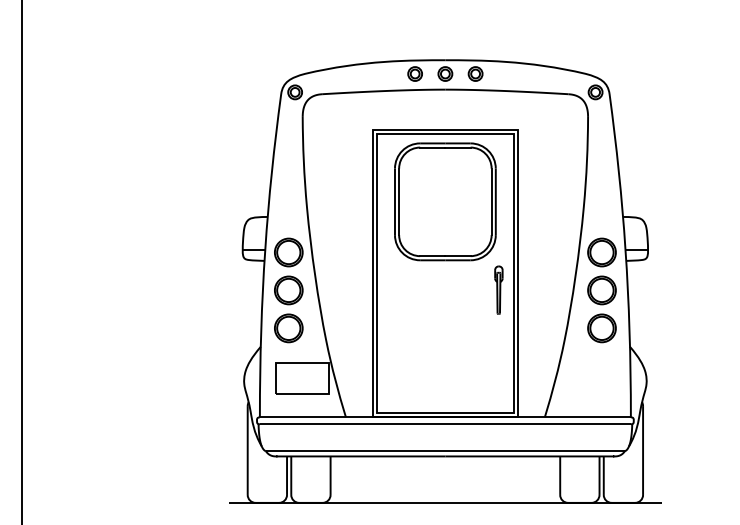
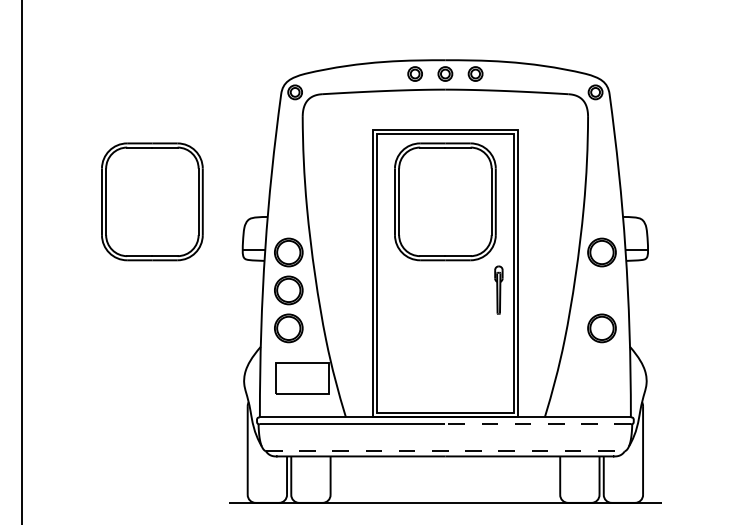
part at (152, 201): none -> present
part at (601, 290): present -> none
line at (538, 424): solid -> dashed
line at (445, 451): solid -> dashed
